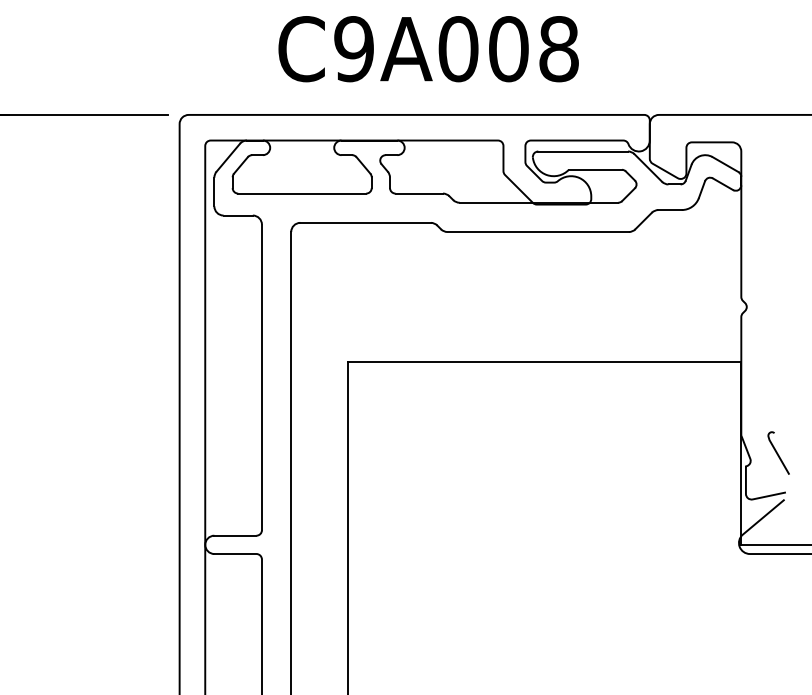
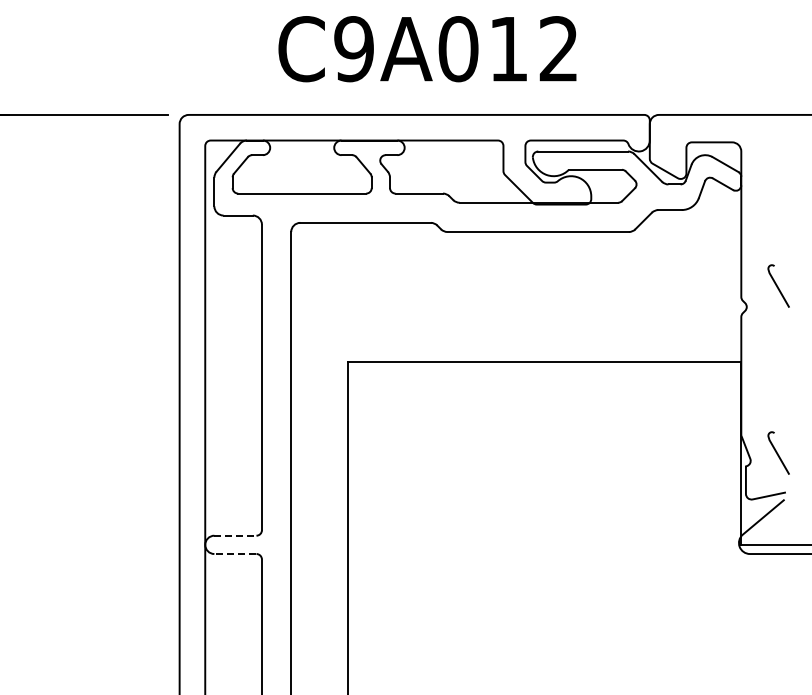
text at (533, 49): C9A008 -> C9A012
curve at (777, 285): none -> present
line at (235, 535): solid -> dashed
line at (234, 554): solid -> dashed
